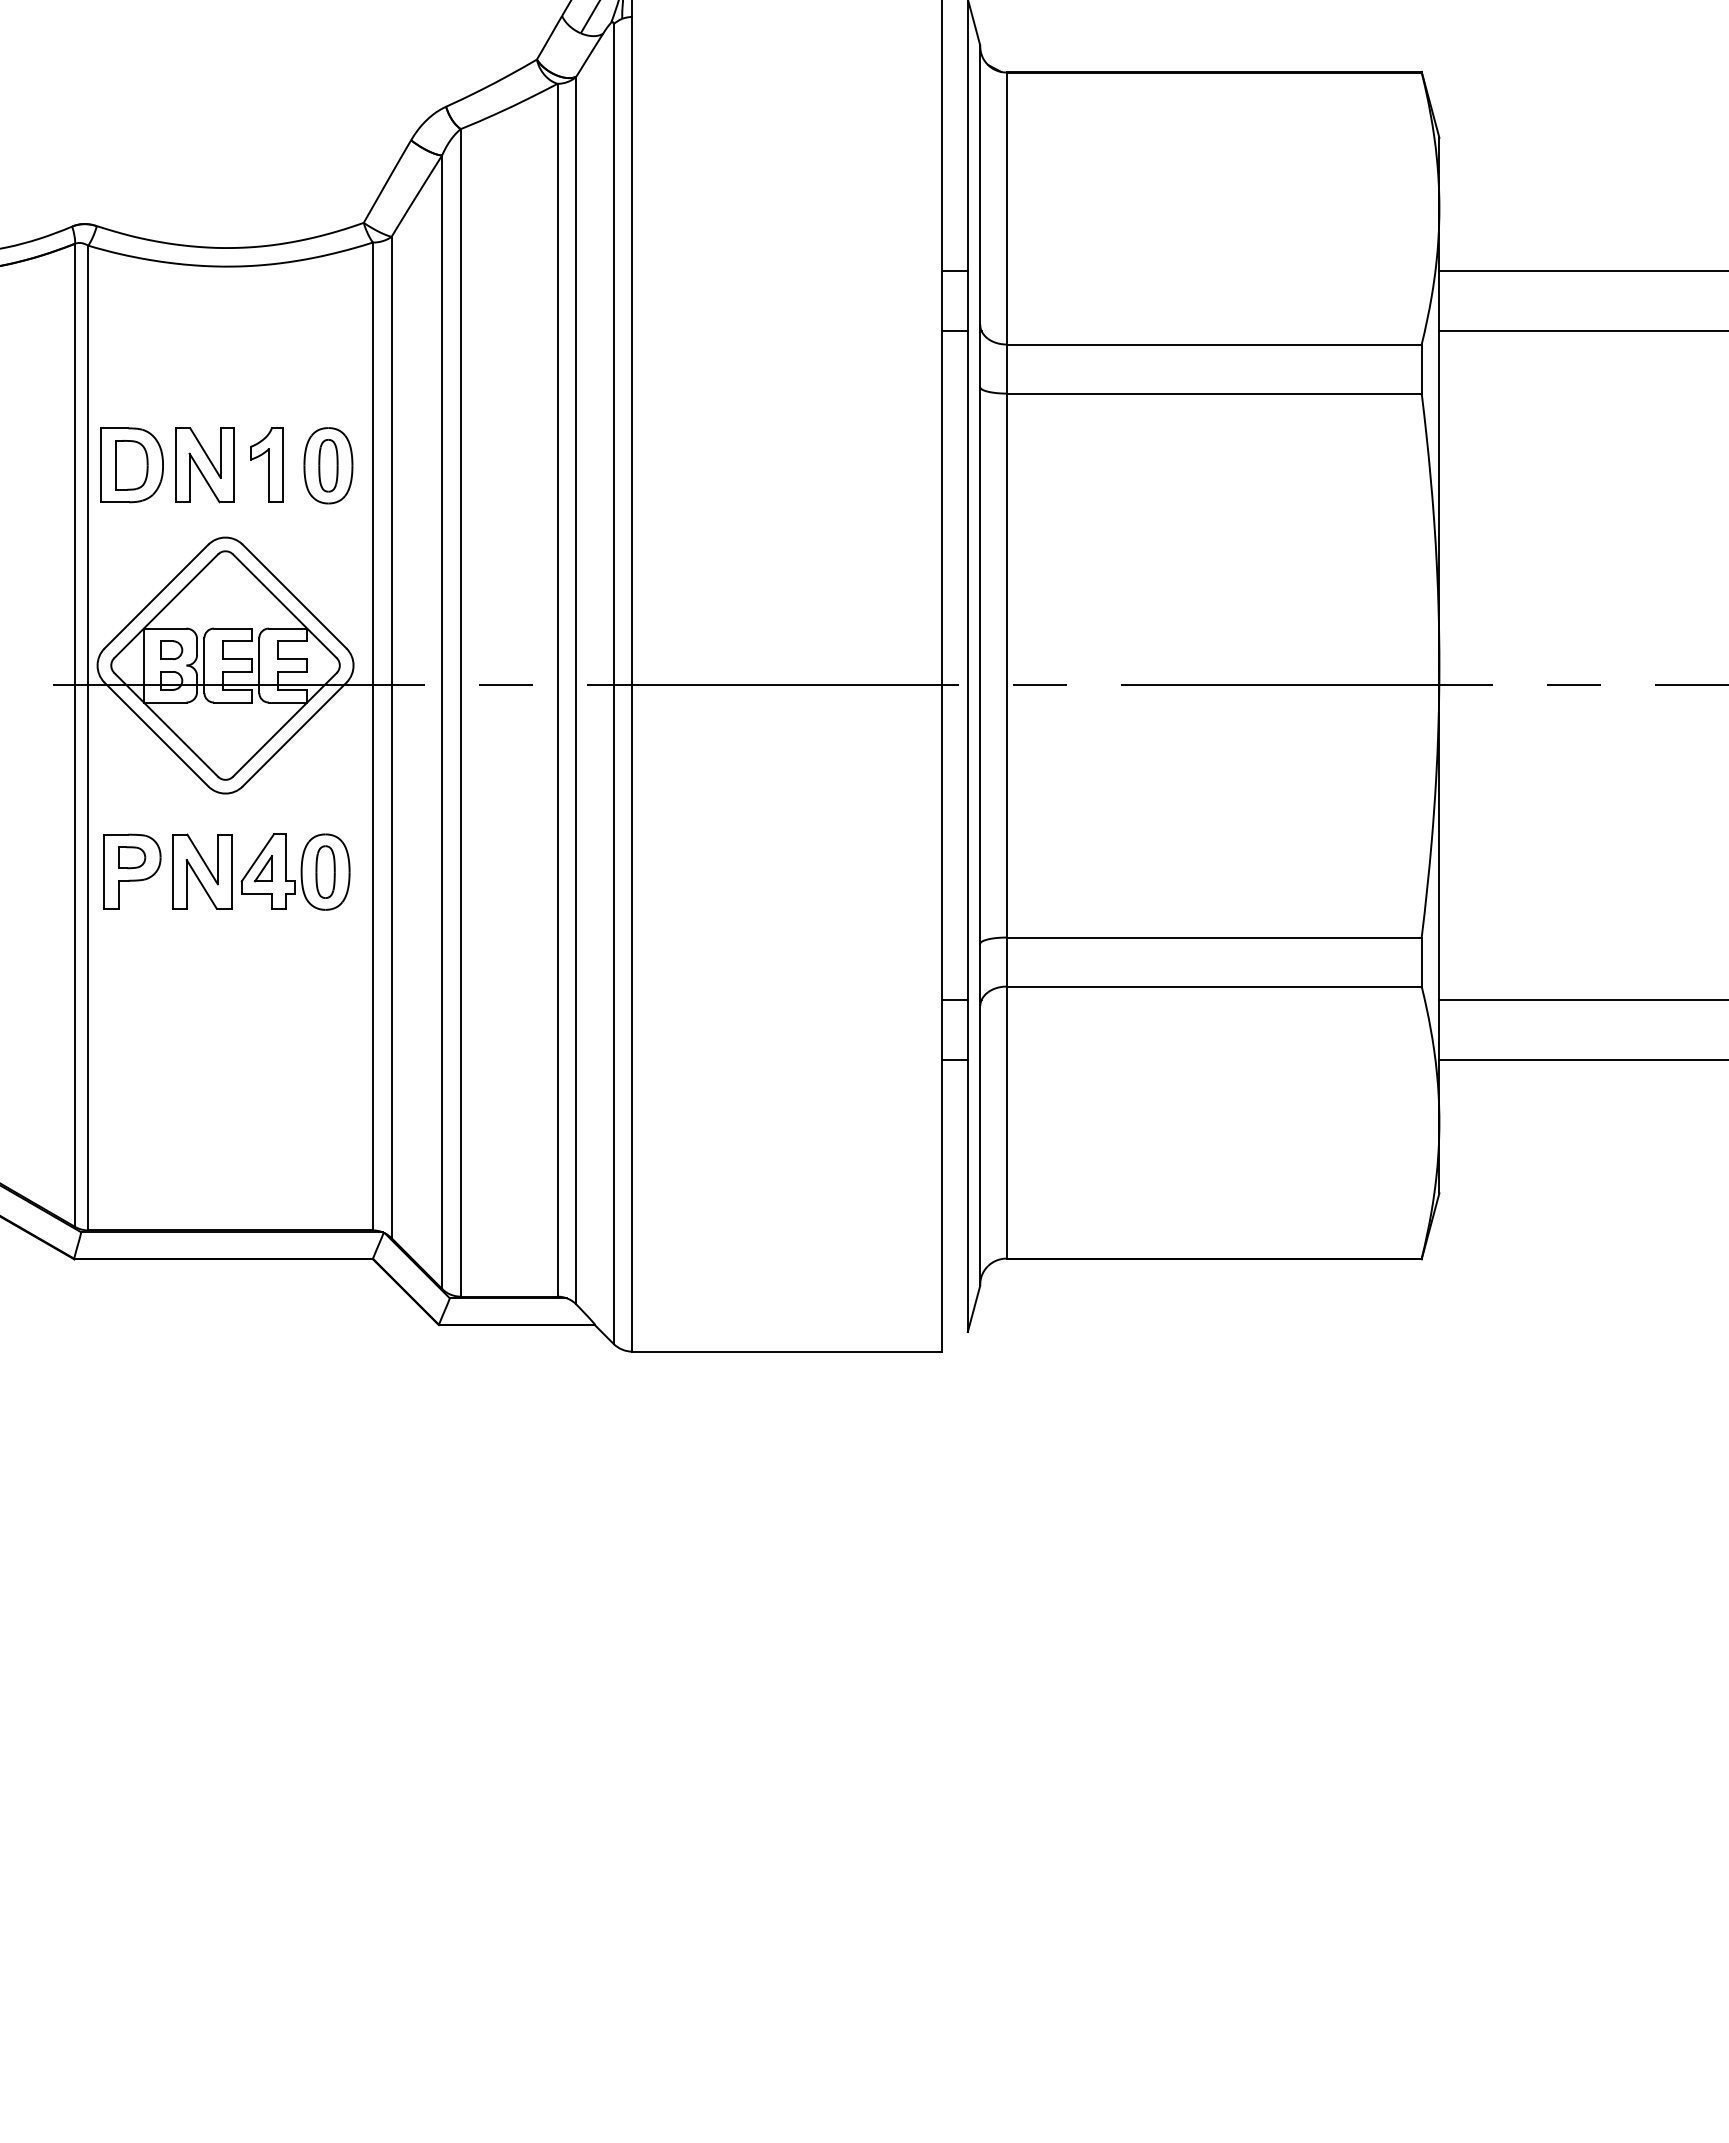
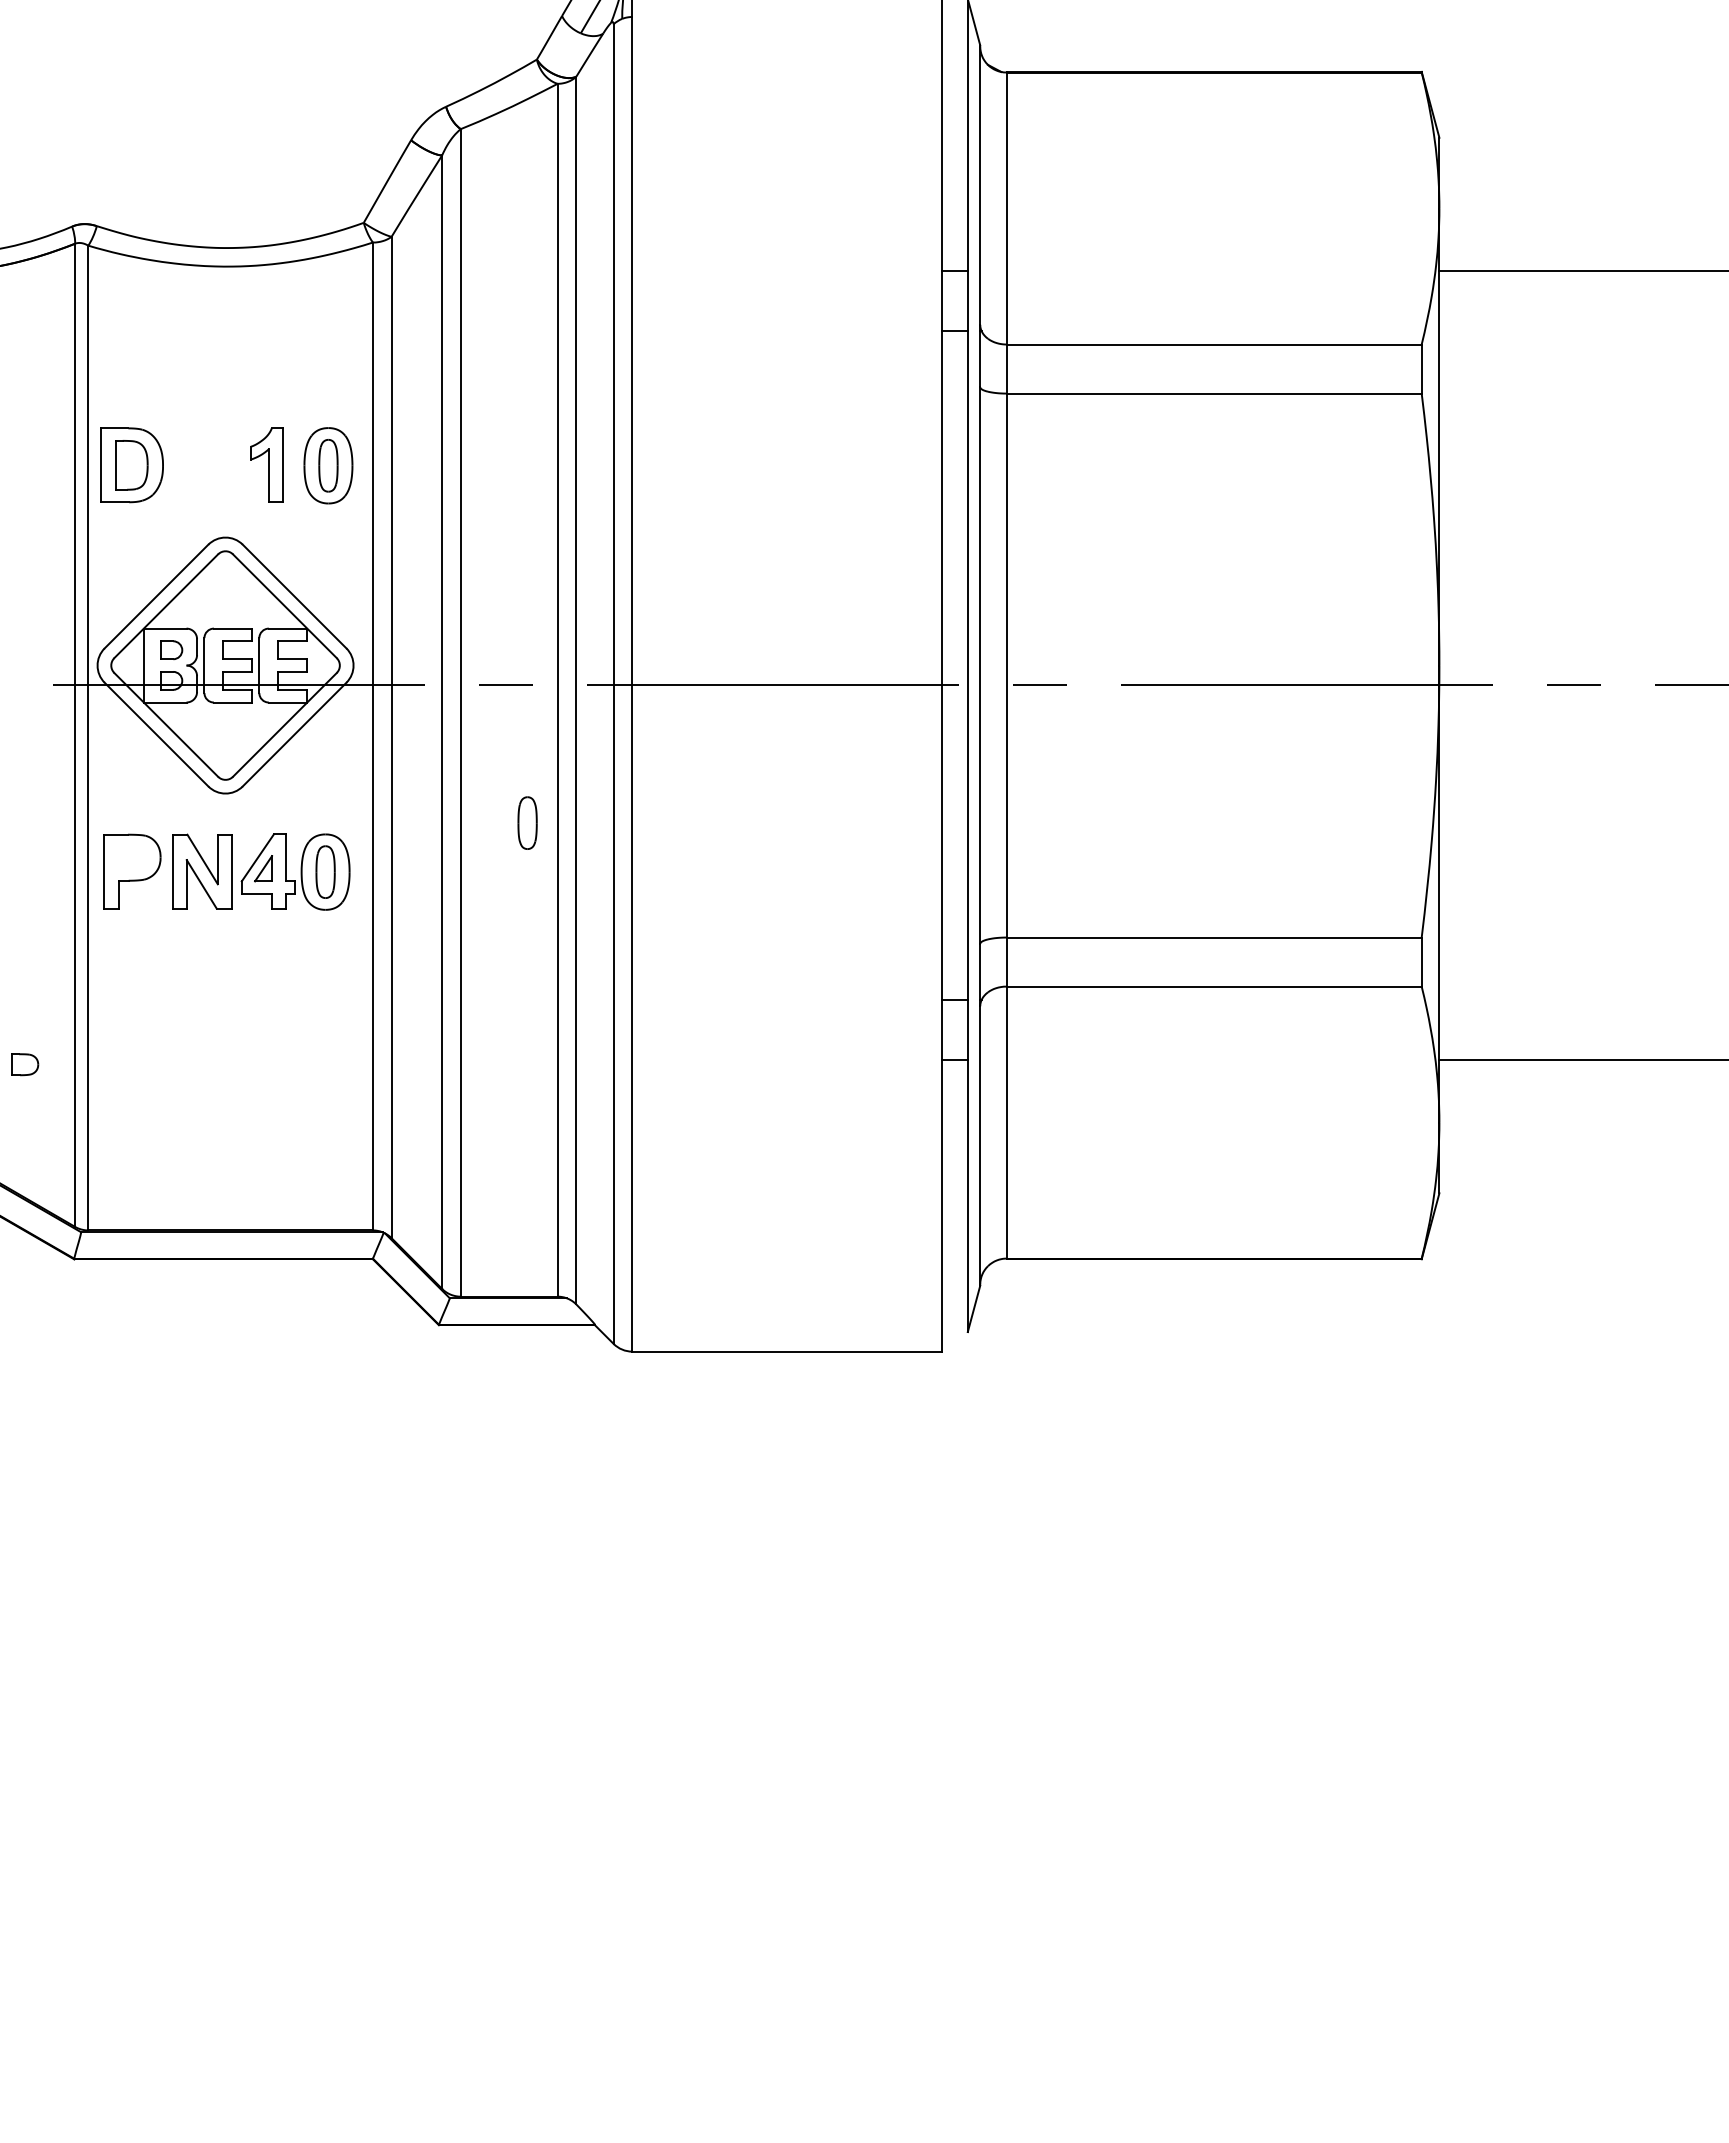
line at (1582, 331): present -> none
part at (204, 465): present -> none
part at (527, 822): none -> present
part at (132, 857) position: (132, 857) -> (25, 1064)
line at (1582, 1000): present -> none
